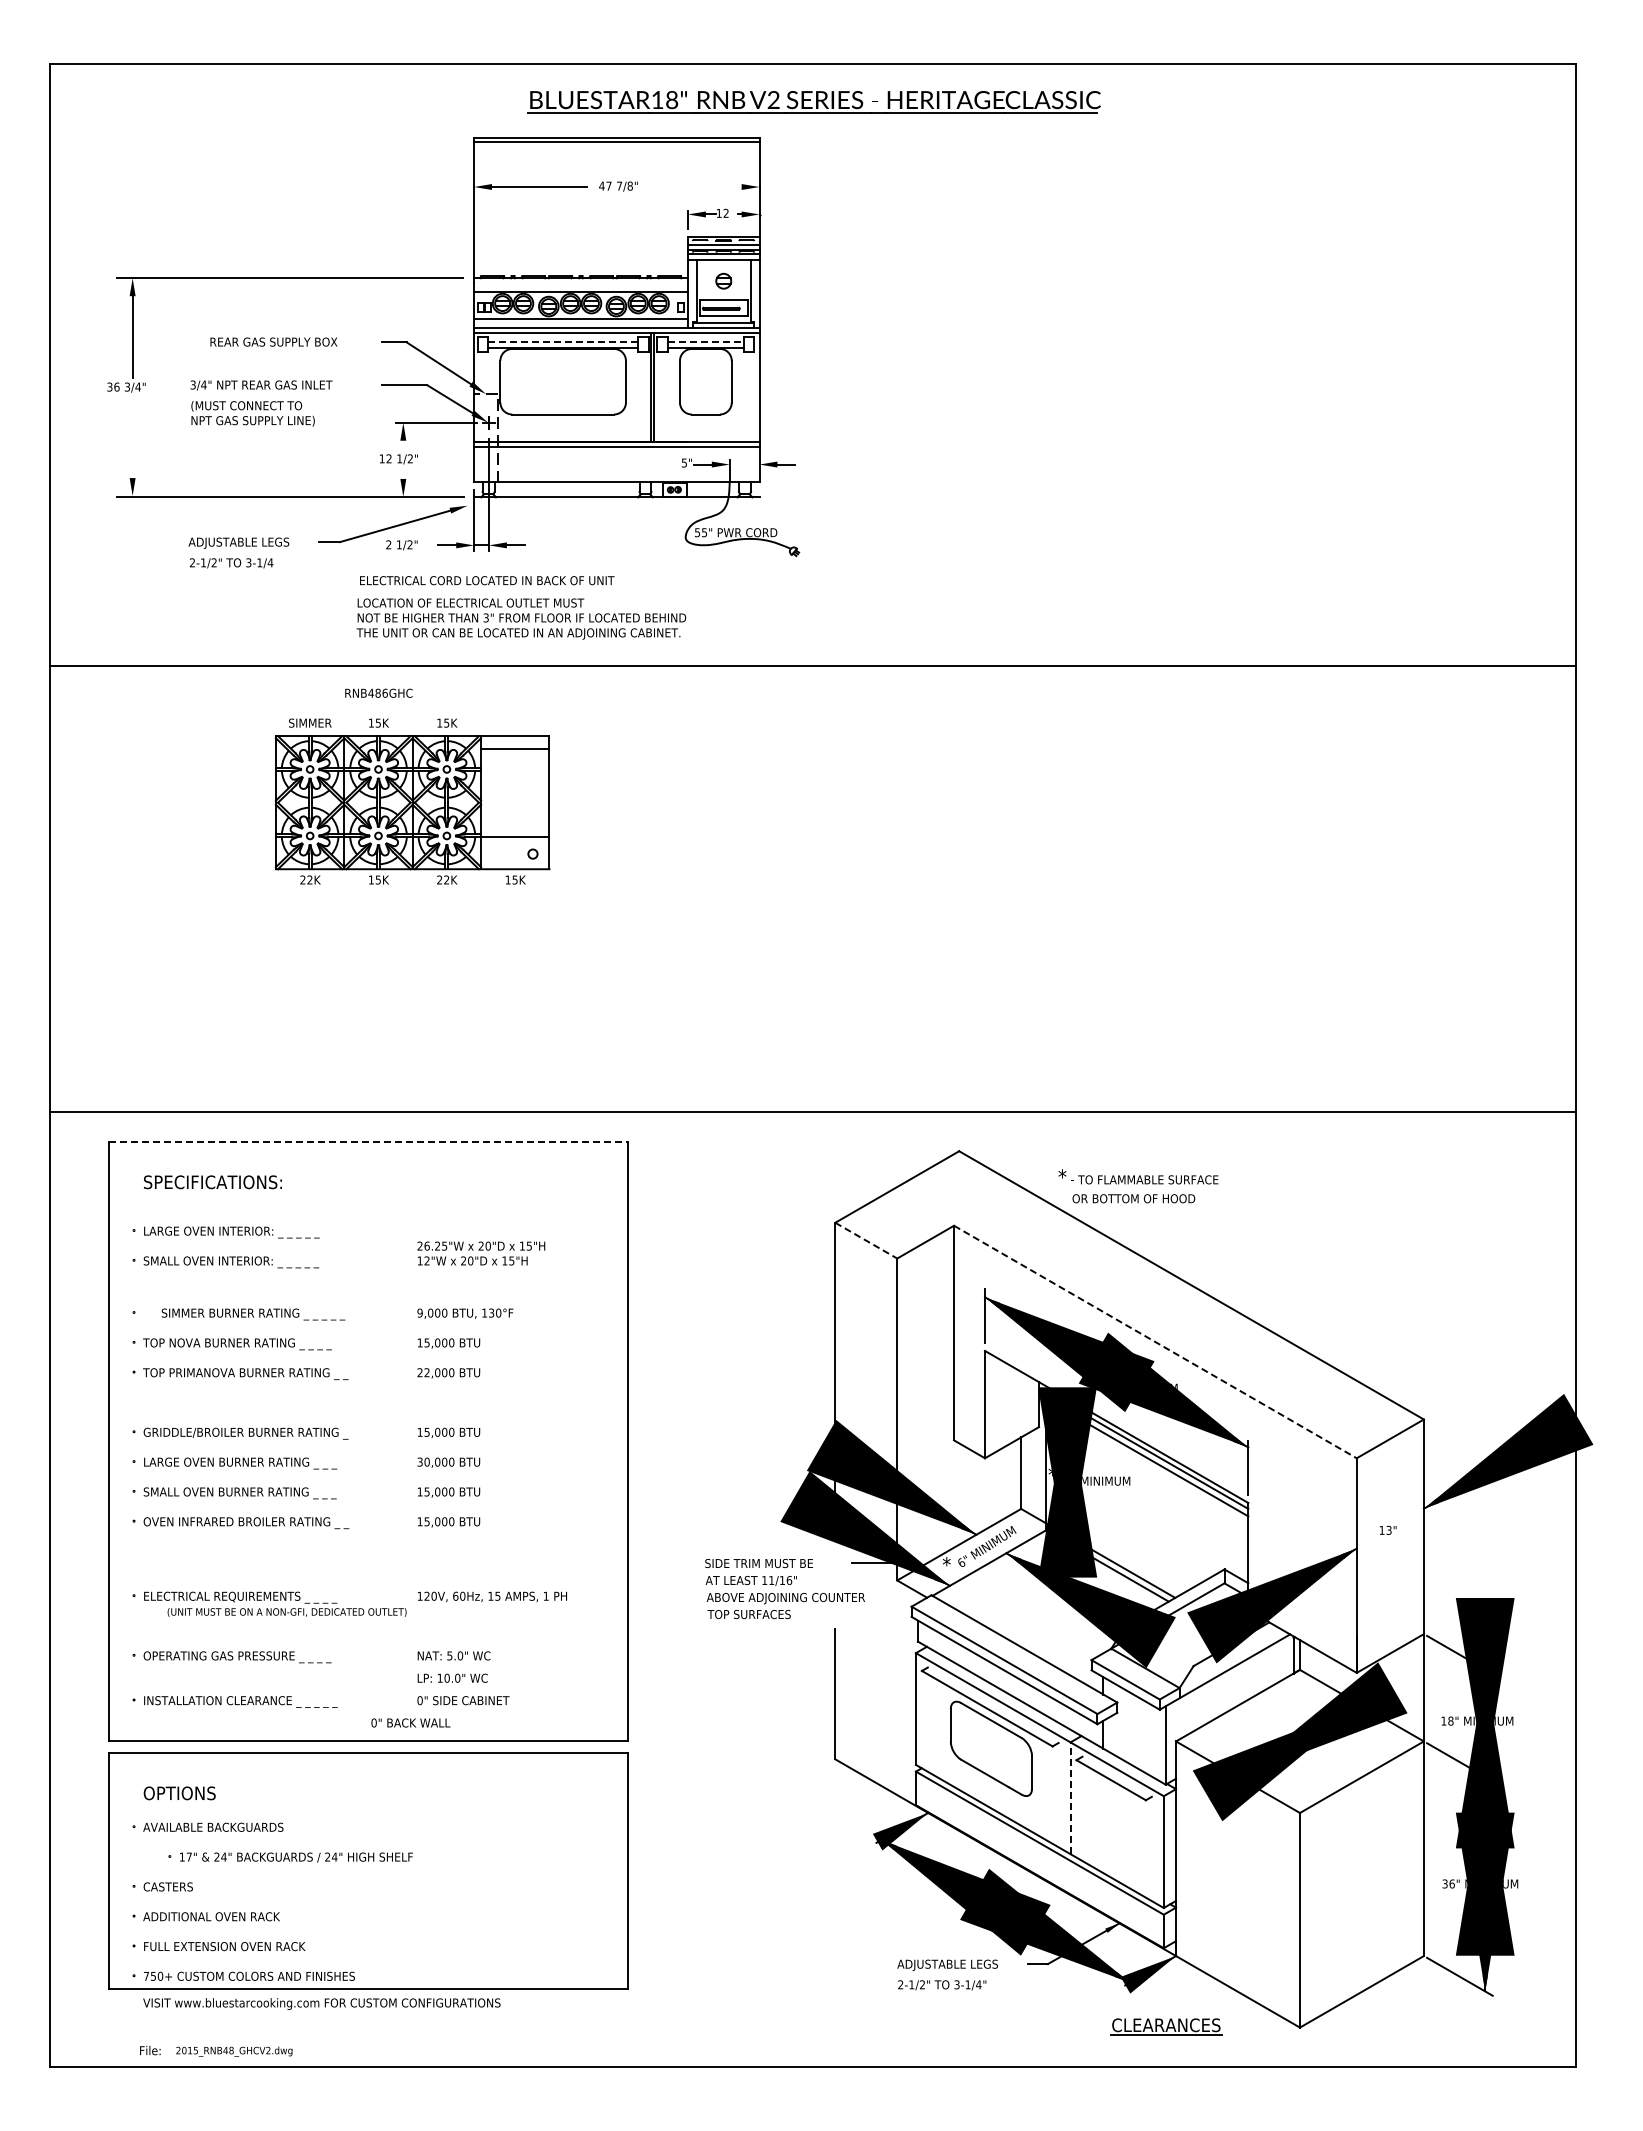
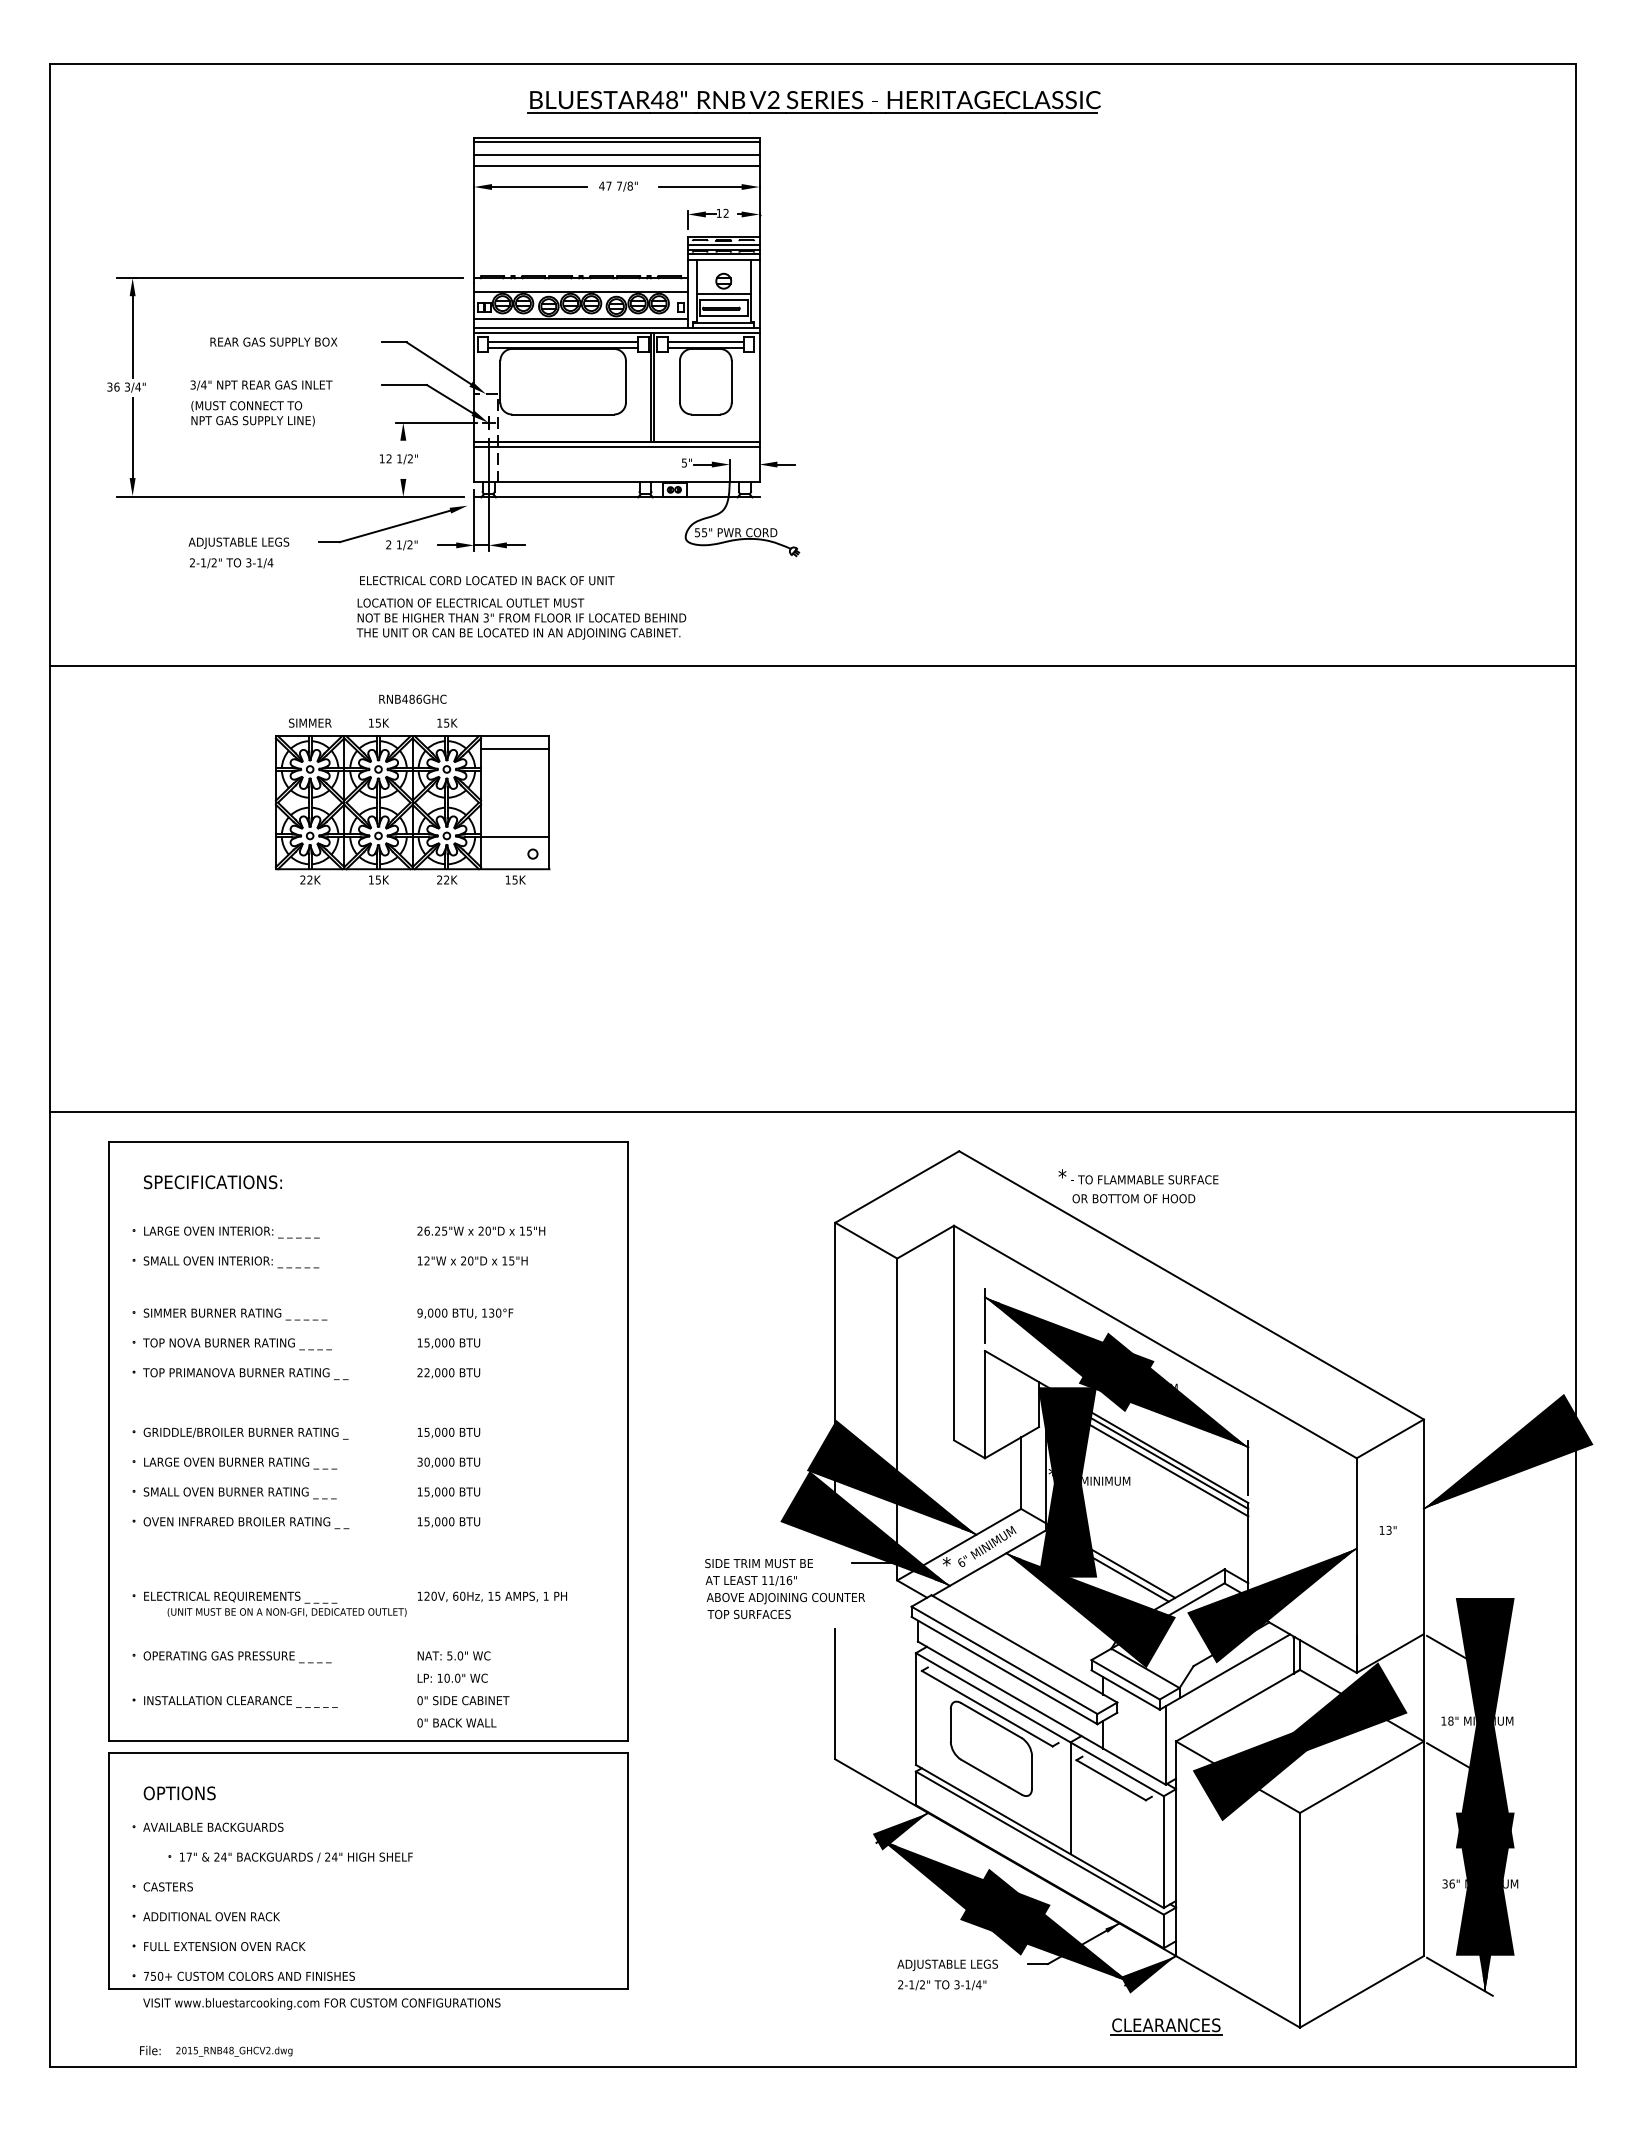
text at (657, 99): 18" -> 48"
line at (616, 154): none -> present
line at (616, 166): none -> present
line at (700, 187): none -> present
line at (723, 293): none -> present
line at (563, 341): dashed -> solid
line at (706, 341): dashed -> solid
line at (132, 437): none -> present
text at (378, 692) position: (378, 692) -> (412, 698)
line at (368, 1141): dashed -> solid
line at (866, 1240): dashed -> solid
text at (481, 1245) position: (481, 1245) -> (481, 1230)
text at (253, 1314) position: (253, 1314) -> (235, 1314)
line at (1155, 1342): dashed -> solid
text at (410, 1722) position: (410, 1722) -> (456, 1722)
line at (1070, 1798): dashed -> solid
